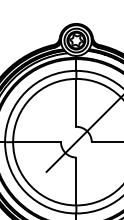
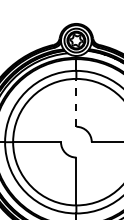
line at (76, 102): solid -> dashed
line at (82, 134): present -> none
